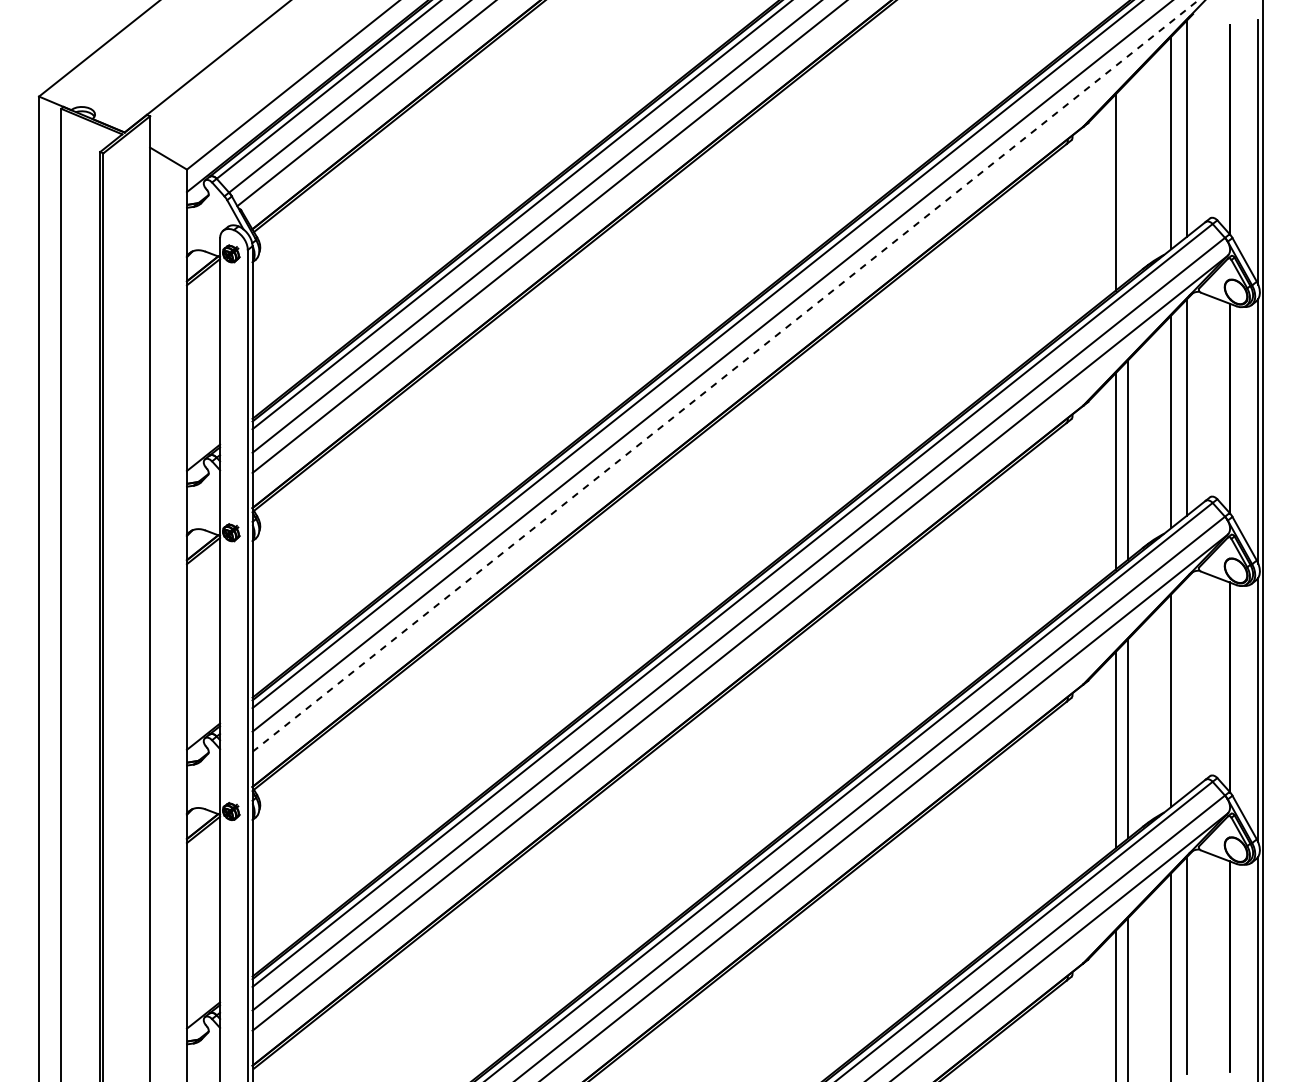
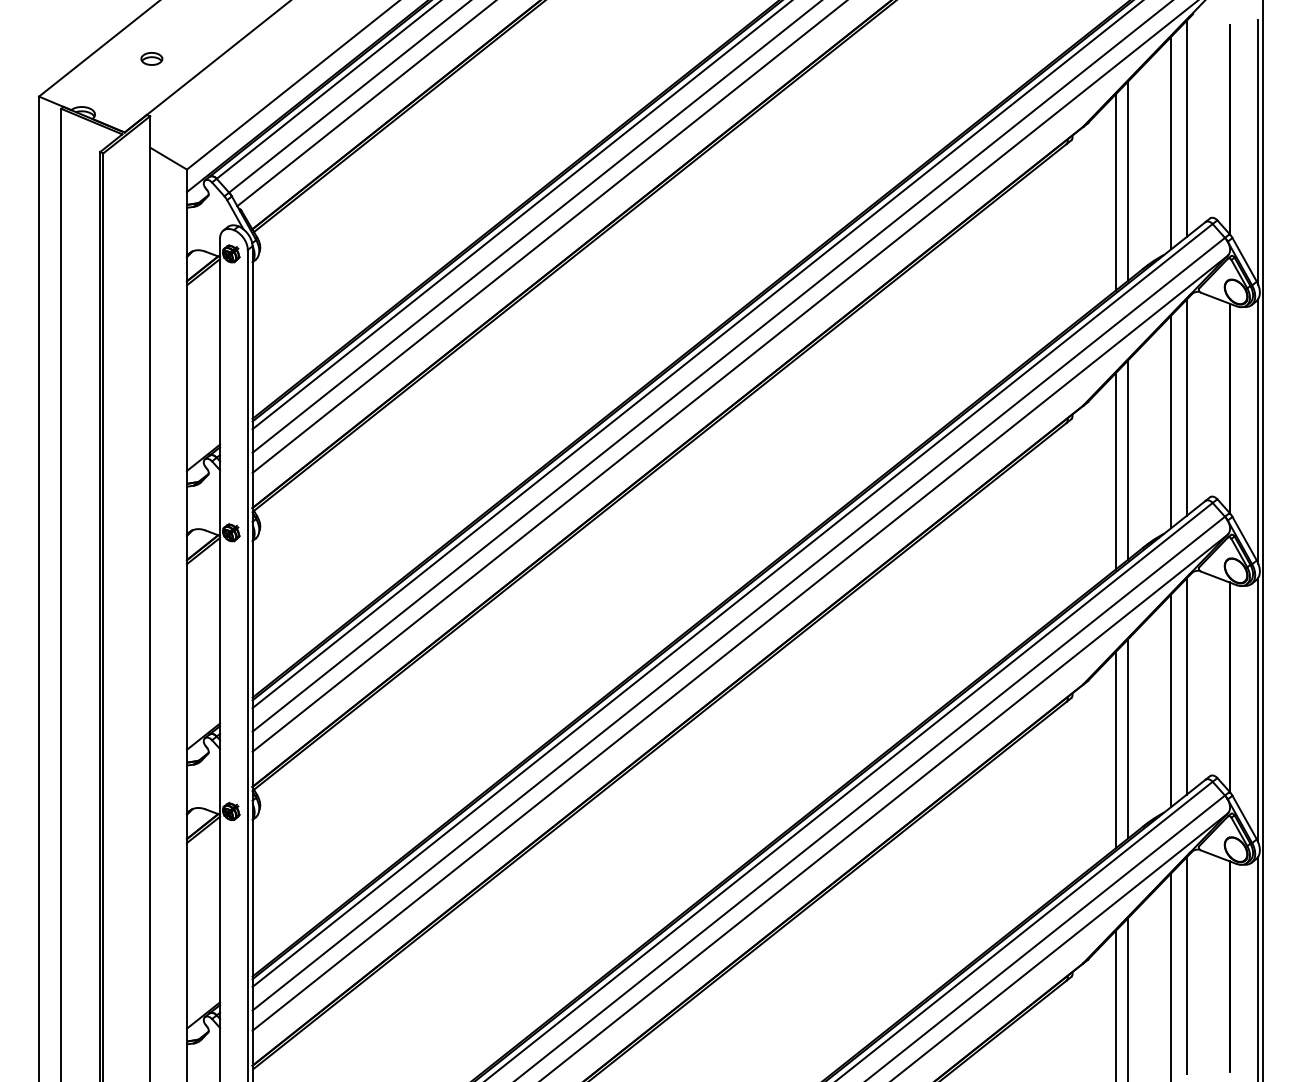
part at (151, 58): none -> present
line at (1128, 180): none -> present
line at (725, 376): dashed -> solid
line at (1186, 686): none -> present
